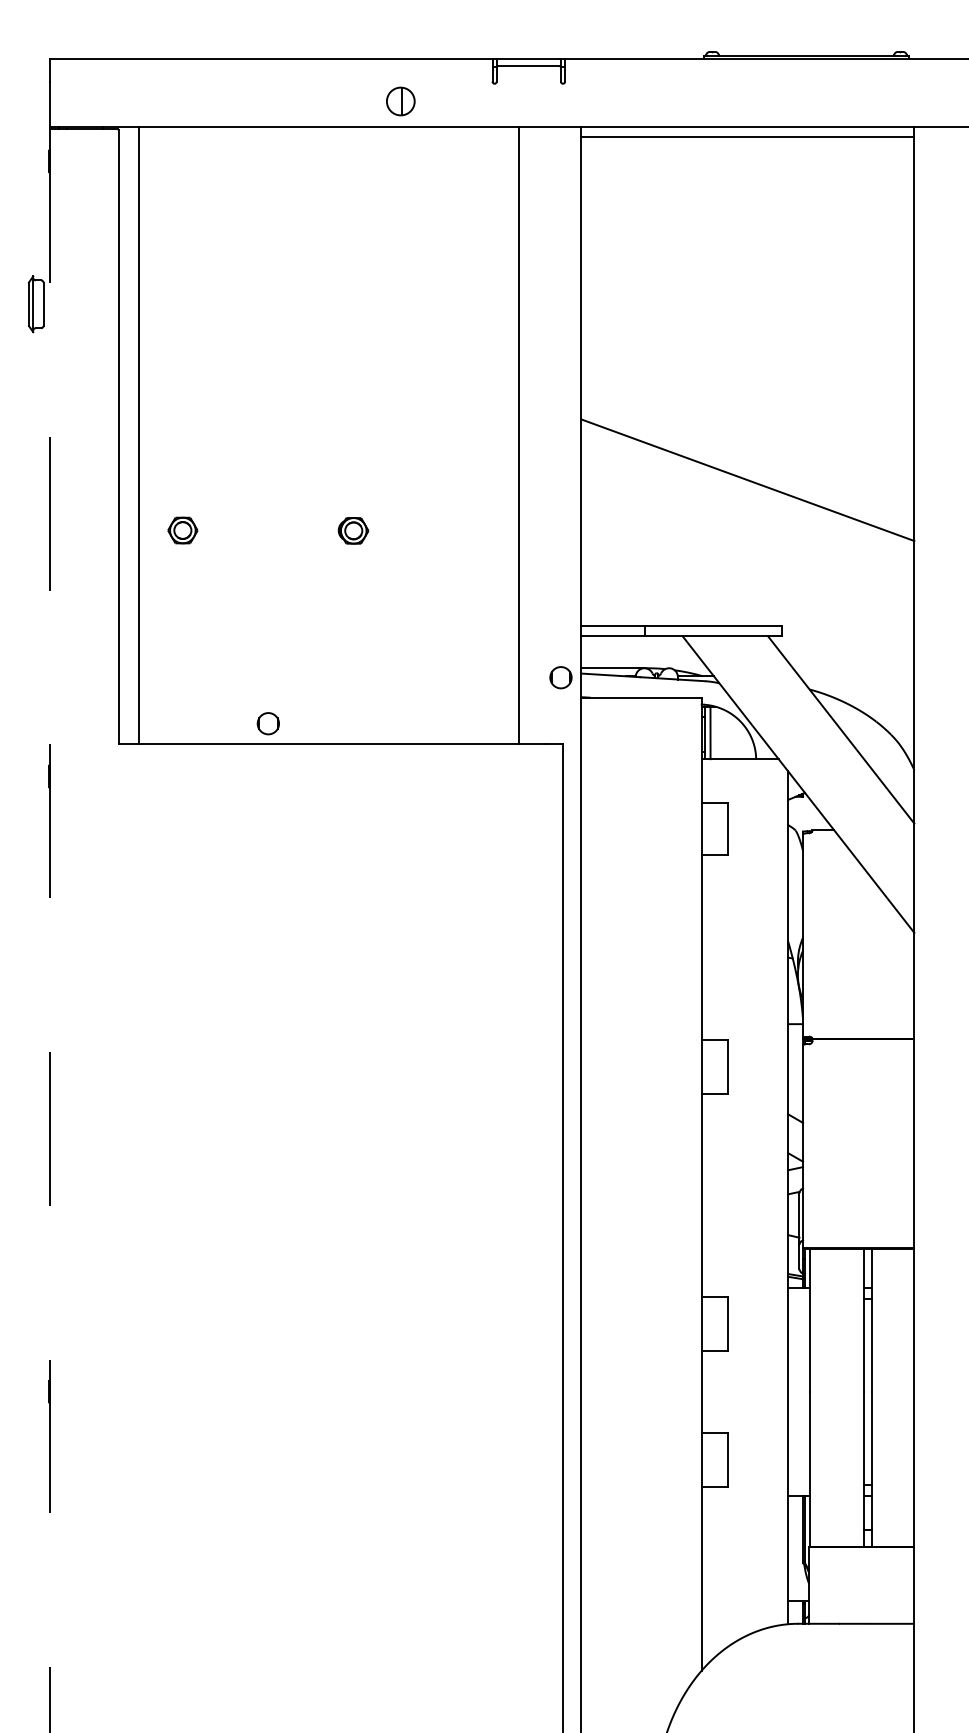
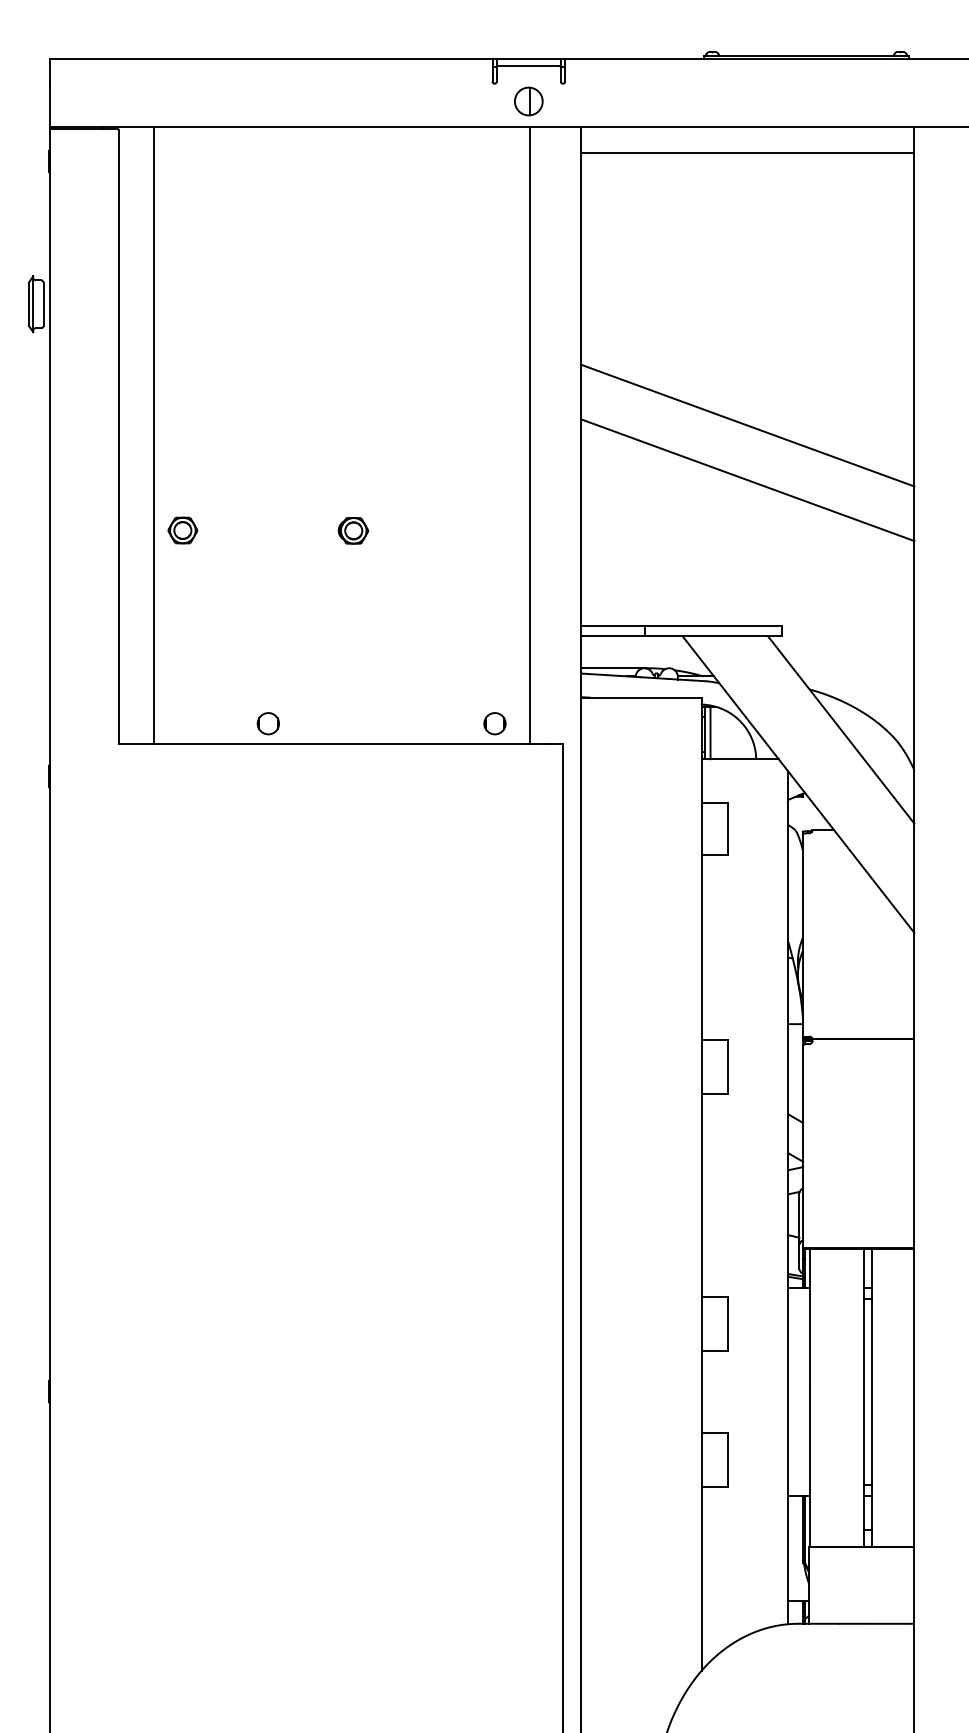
part at (400, 101) position: (400, 101) -> (528, 101)
line at (747, 136) position: (747, 136) -> (747, 152)
line at (747, 425): none -> present
line at (139, 435) position: (139, 435) -> (154, 435)
line at (519, 435) position: (519, 435) -> (530, 435)
circle at (560, 677) position: (560, 677) -> (494, 723)
line at (50, 931): dashed -> solid
